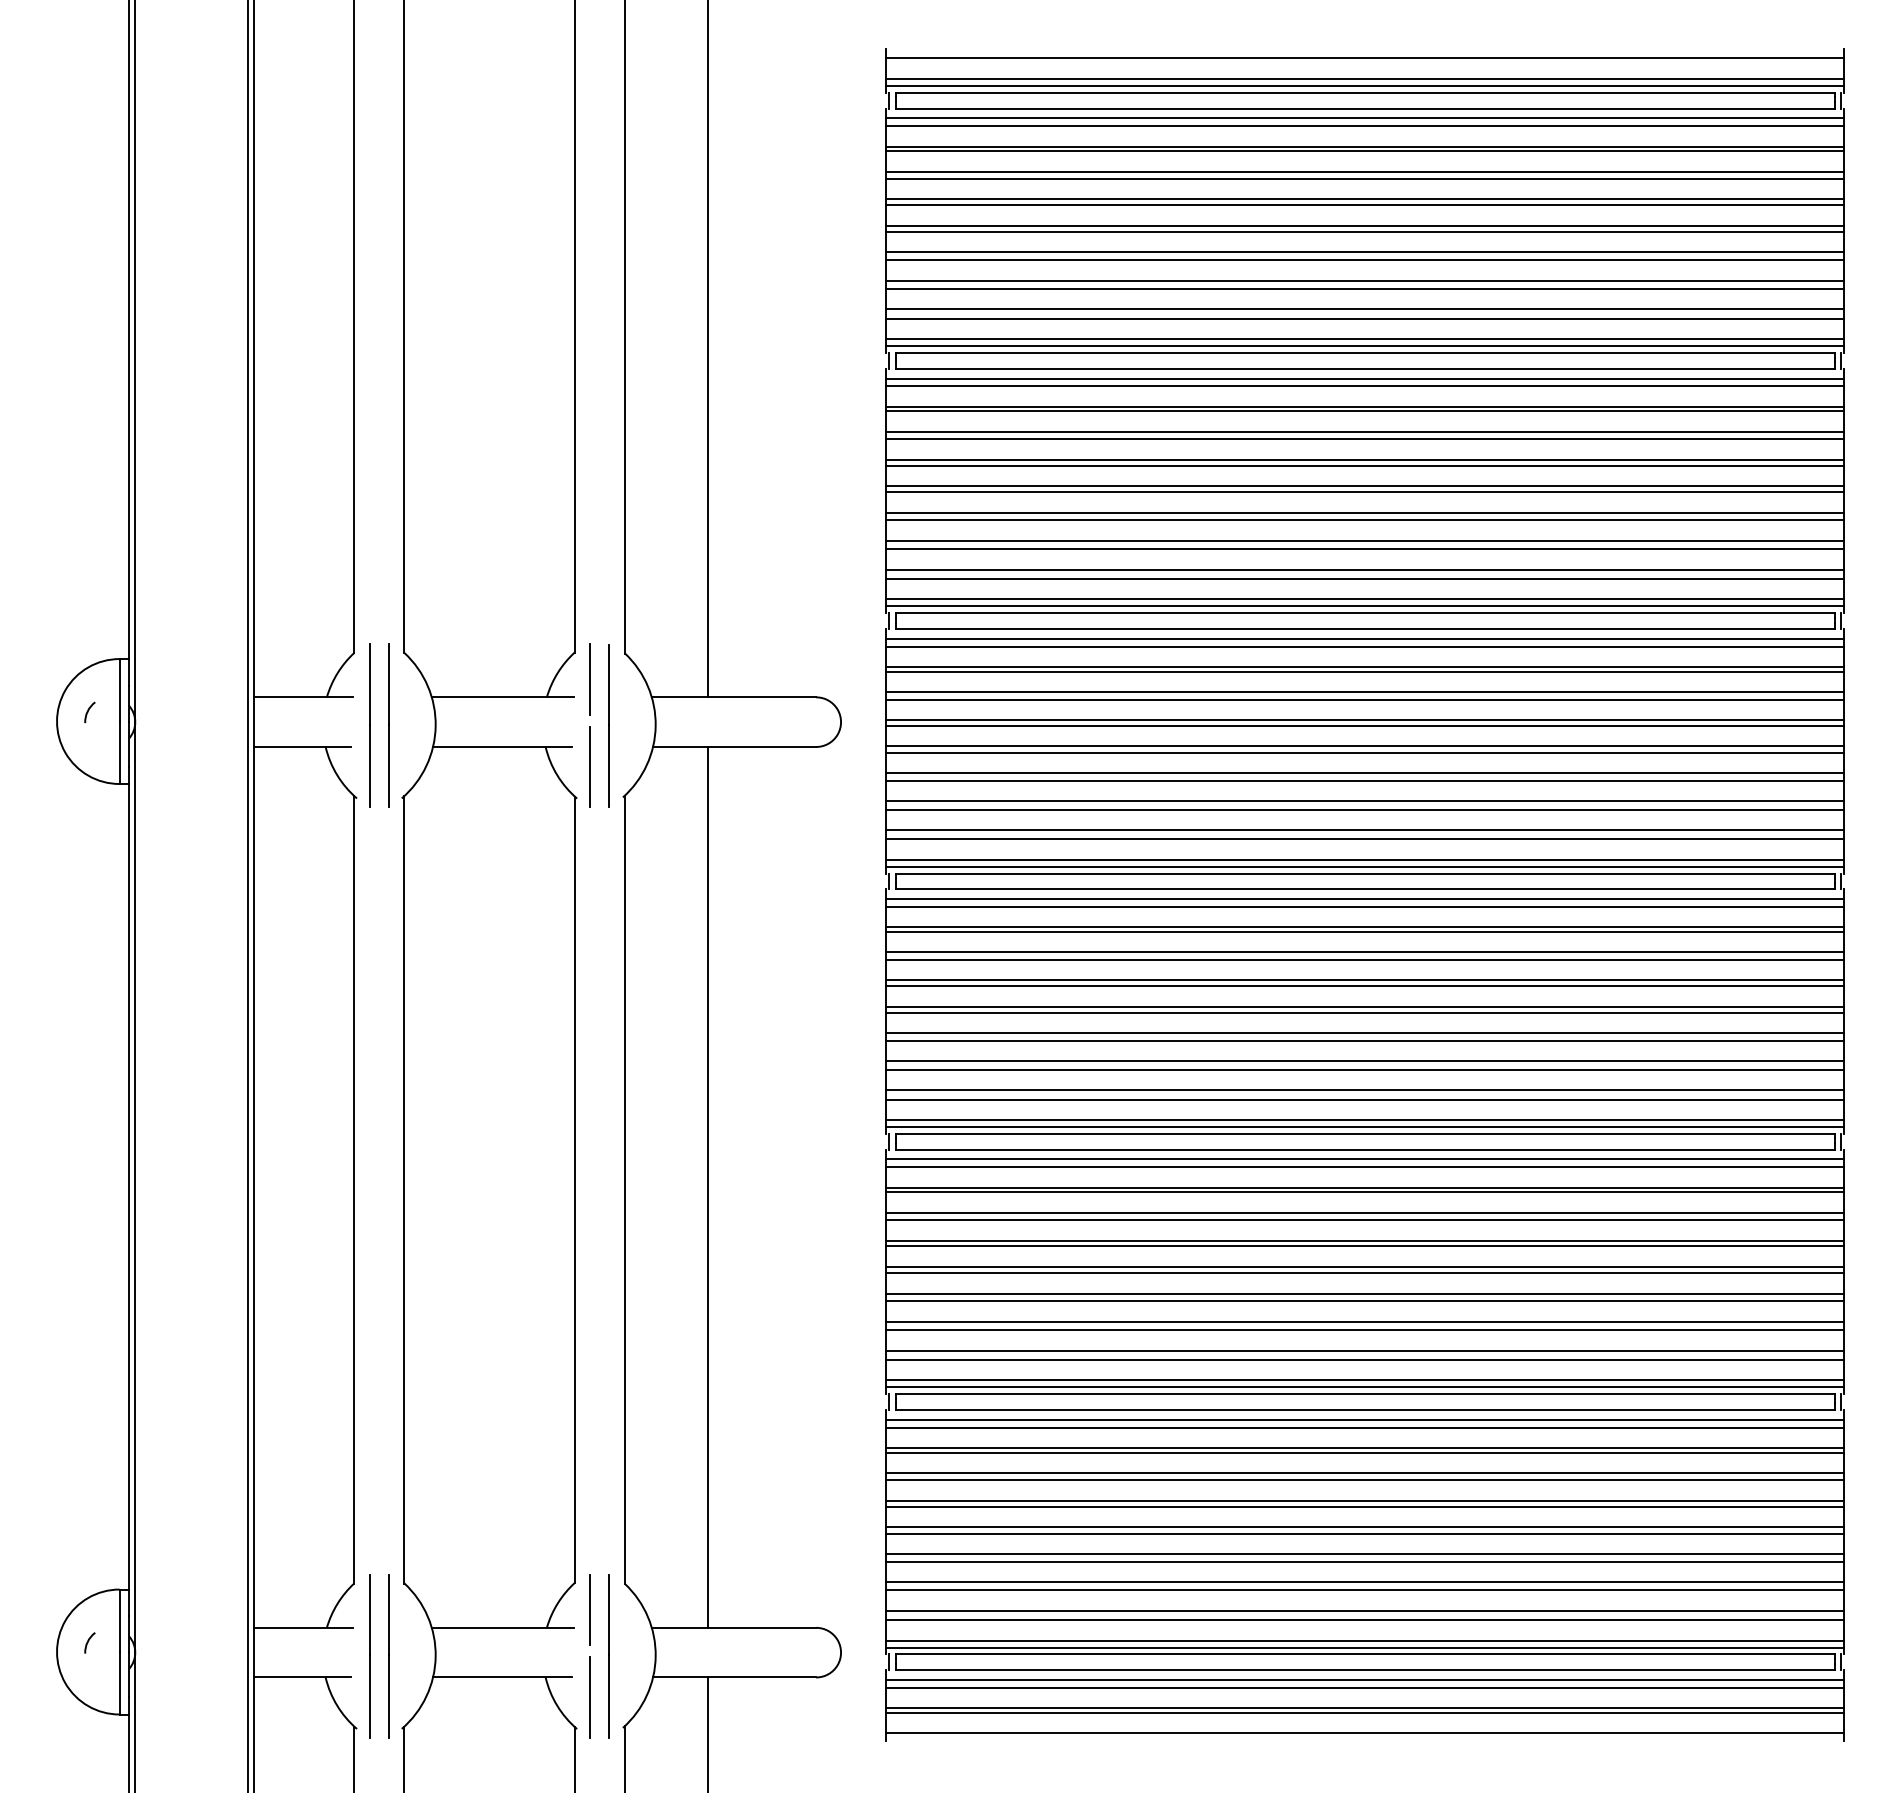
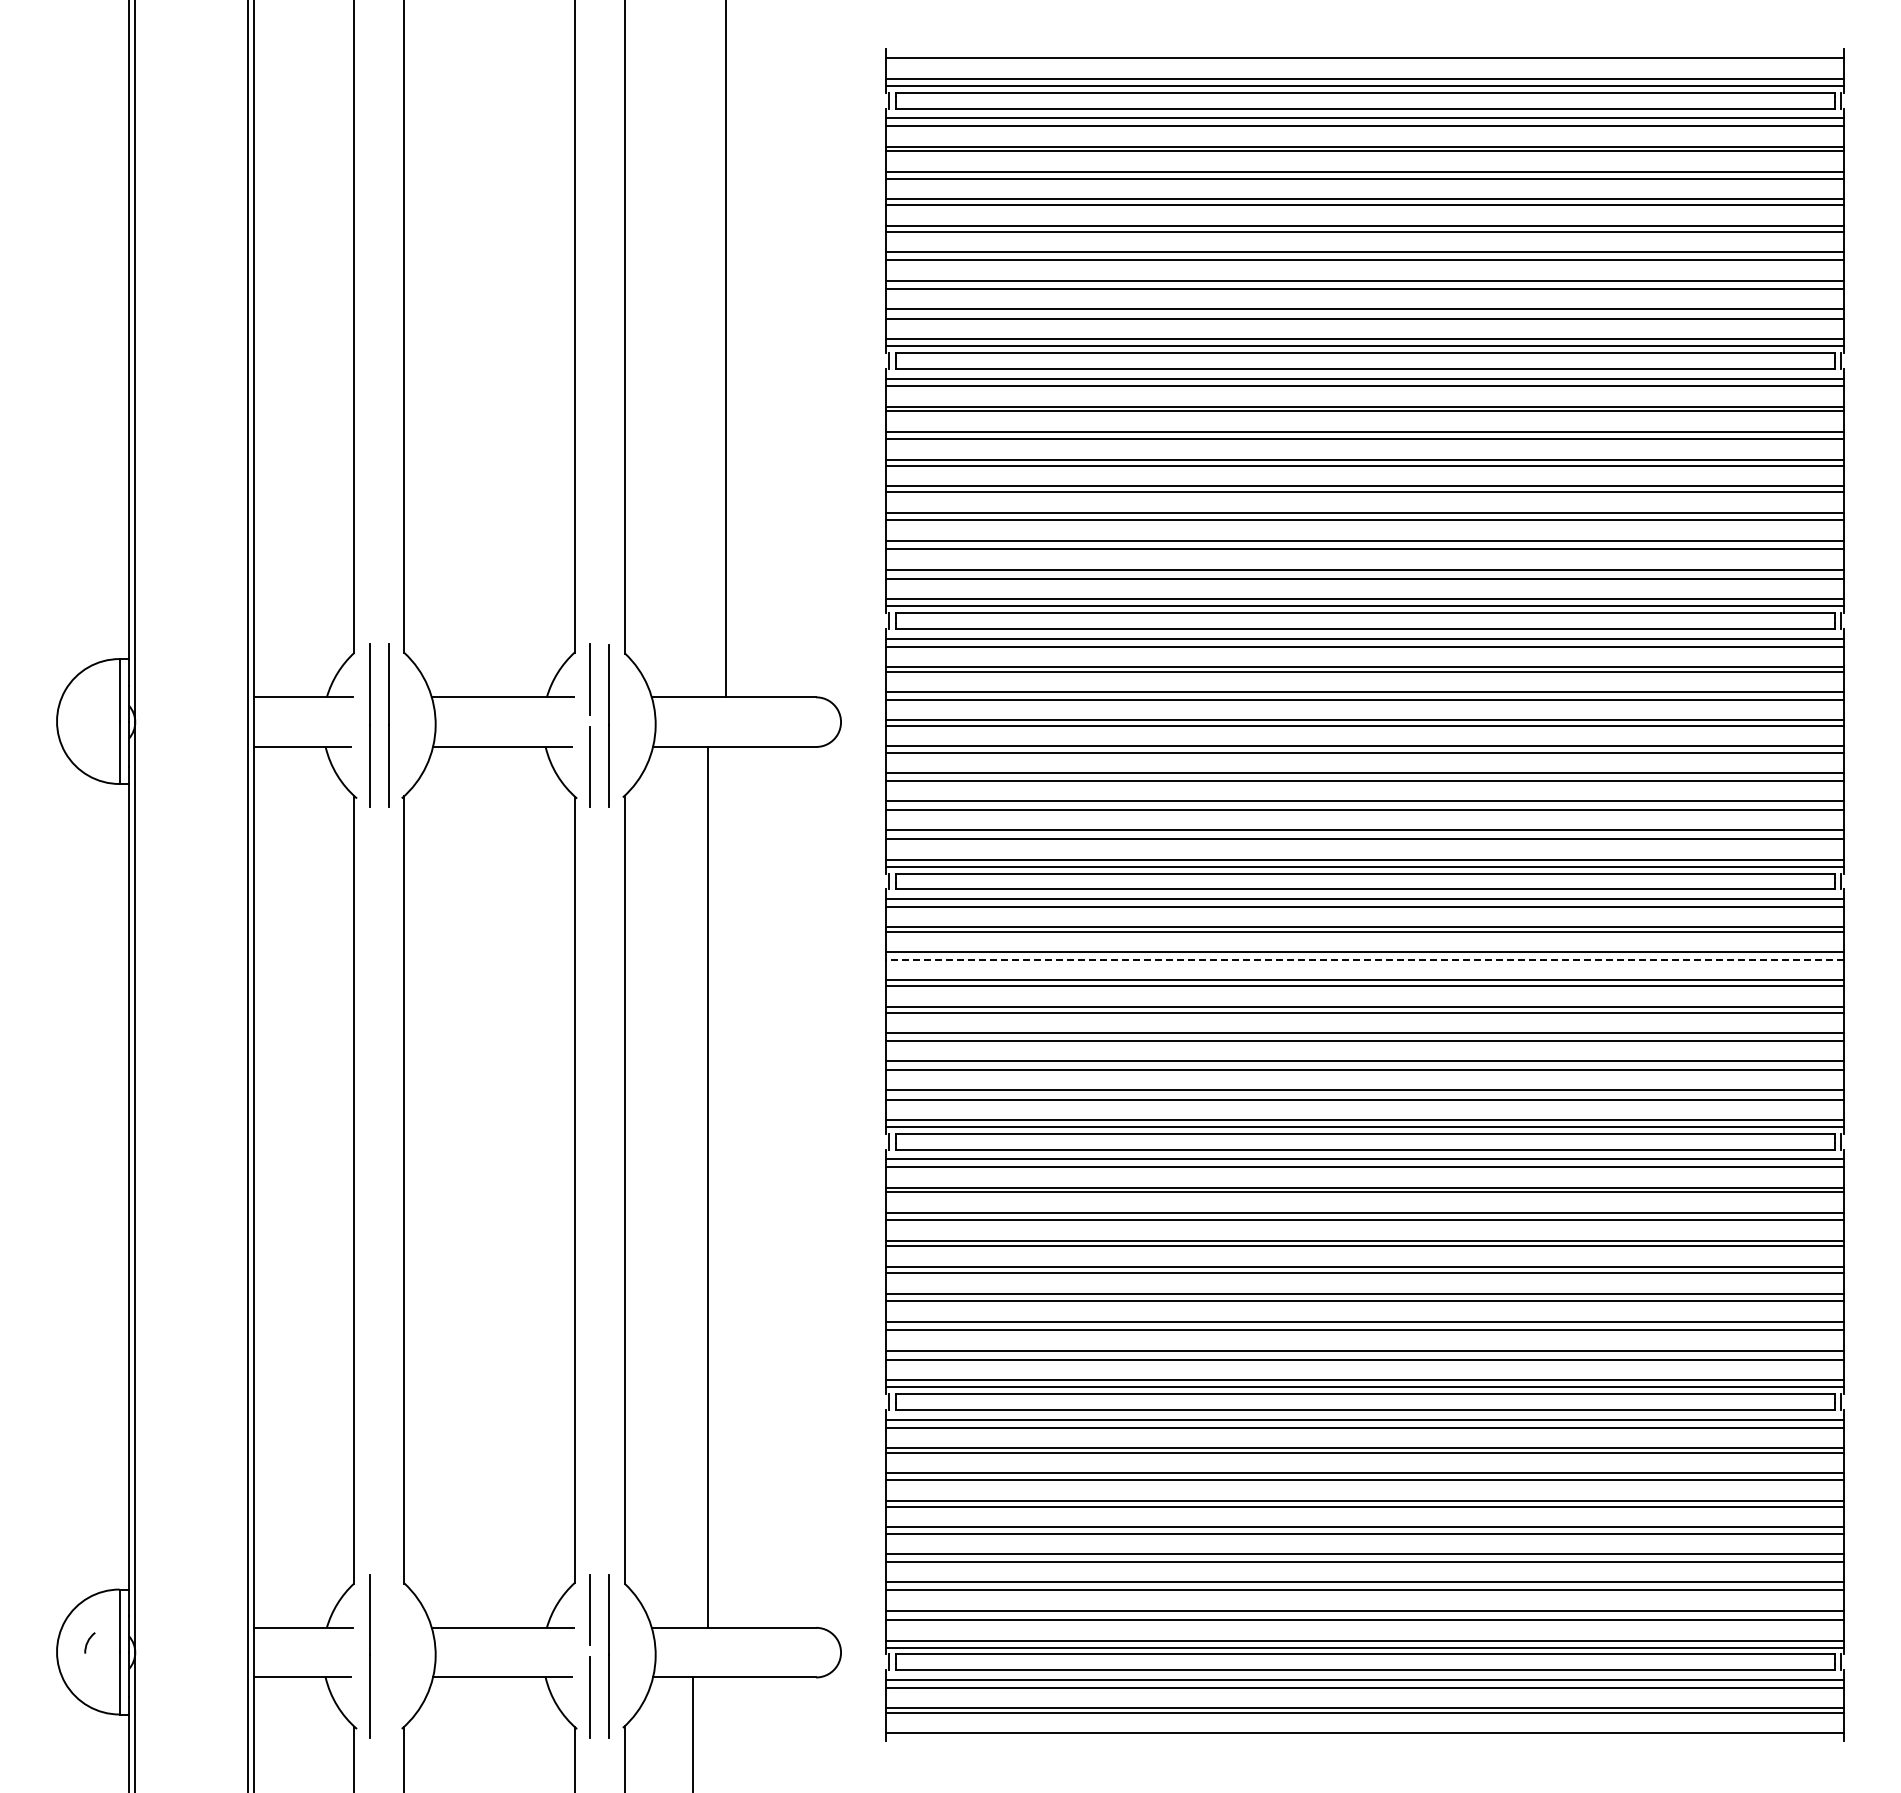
line at (707, 349) position: (707, 349) -> (725, 349)
arc at (88, 712): present -> none
line at (1365, 959): solid -> dashed
line at (388, 1656): present -> none
line at (707, 1733) position: (707, 1733) -> (692, 1733)
